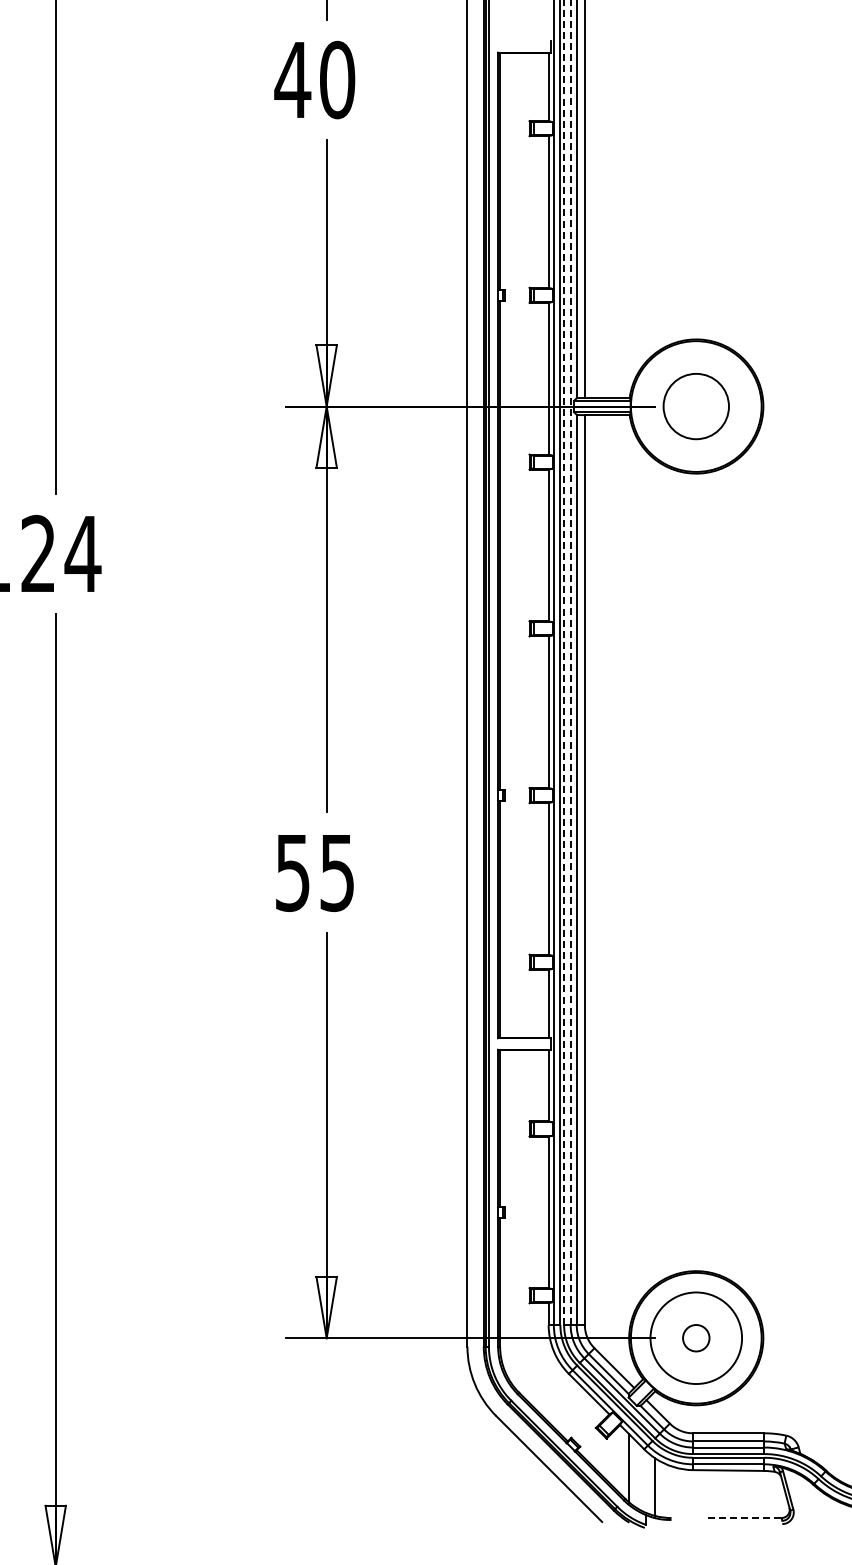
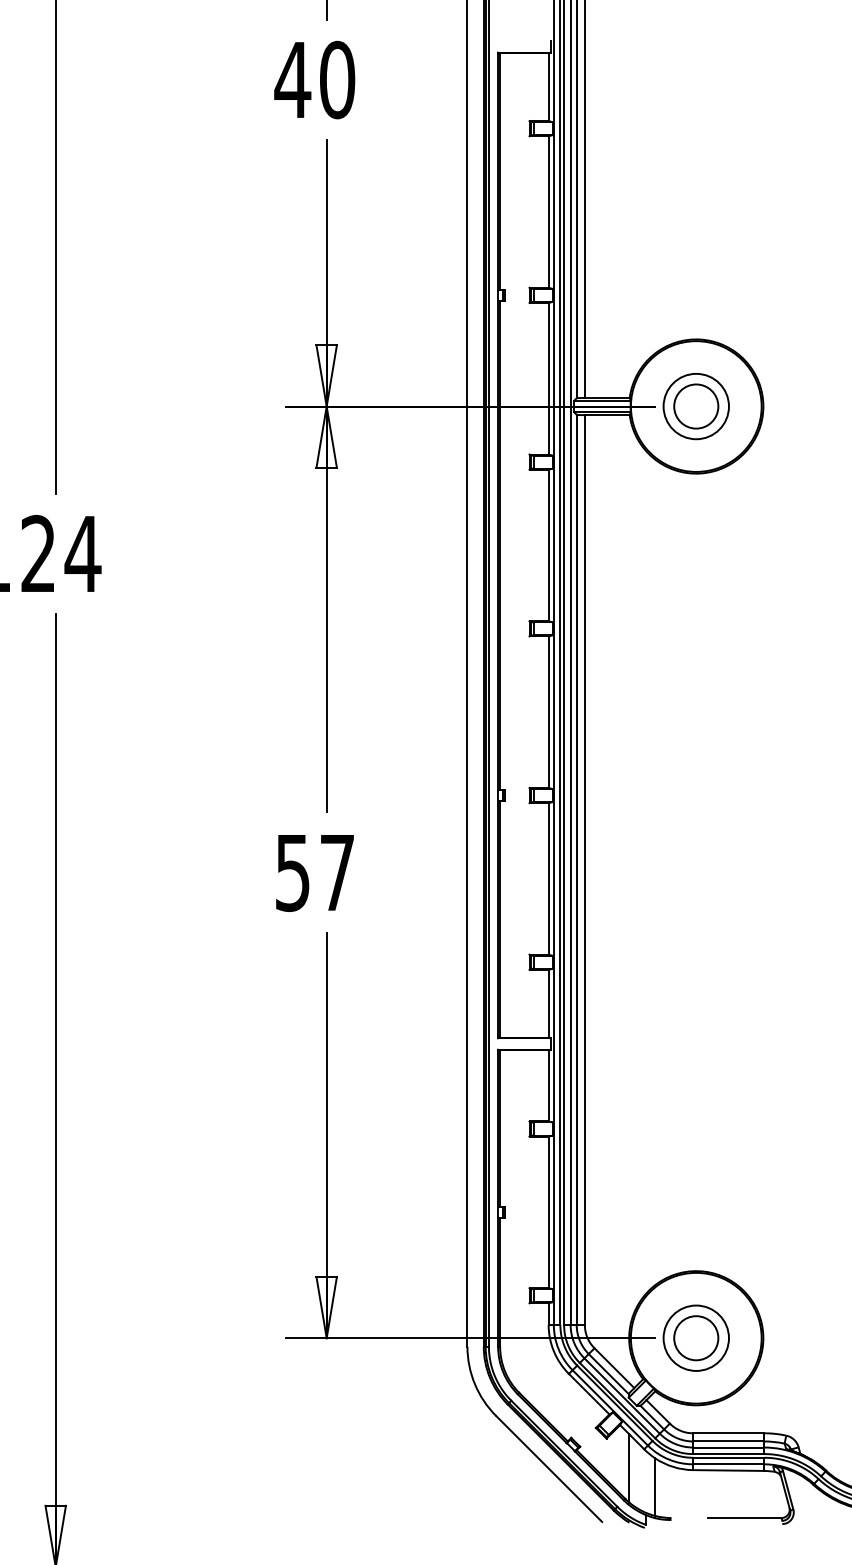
circle at (696, 406): none -> present
line at (570, 662): dashed -> solid
line at (564, 663): dashed -> solid
text at (336, 873): 55 -> 57
circle at (696, 1338) diameter: 26 px -> 44 px
circle at (696, 1338) diameter: 92 px -> 65 px
line at (744, 1518): dashed -> solid
